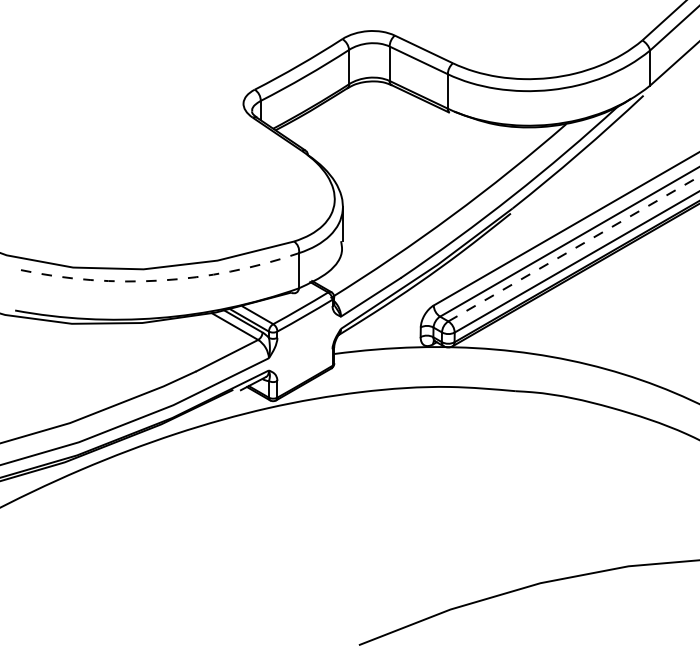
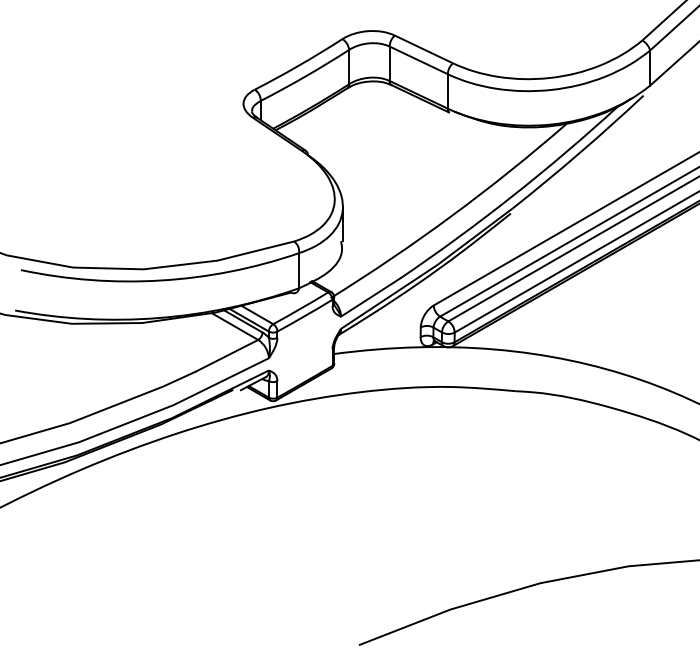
line at (573, 248): dashed -> solid
arc at (161, 280): dashed -> solid
